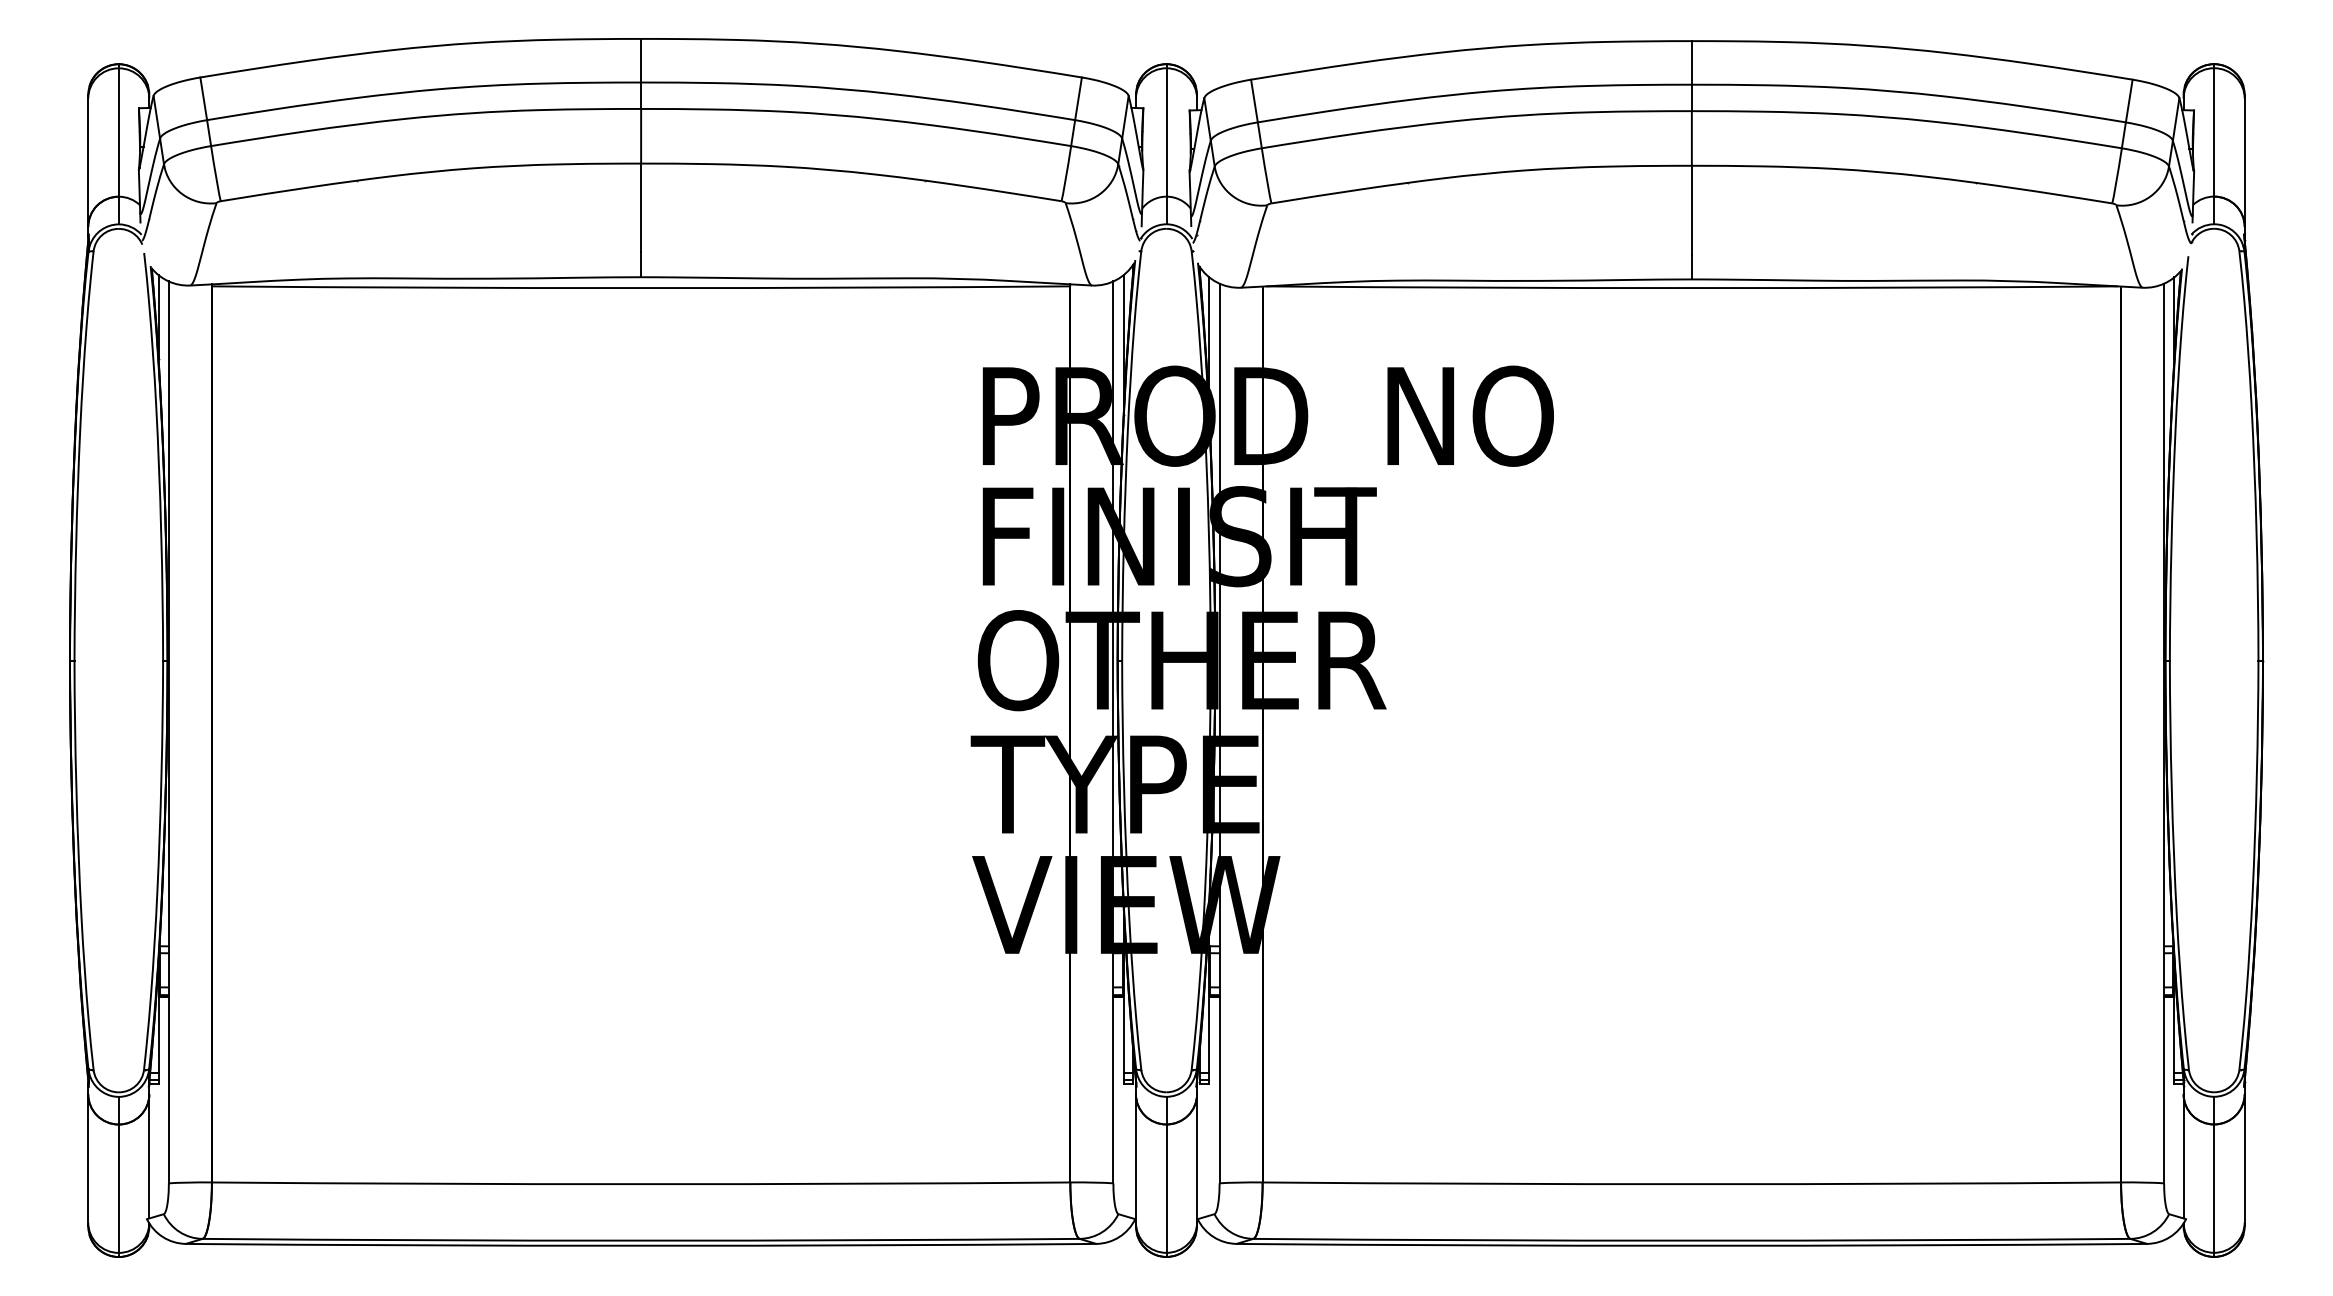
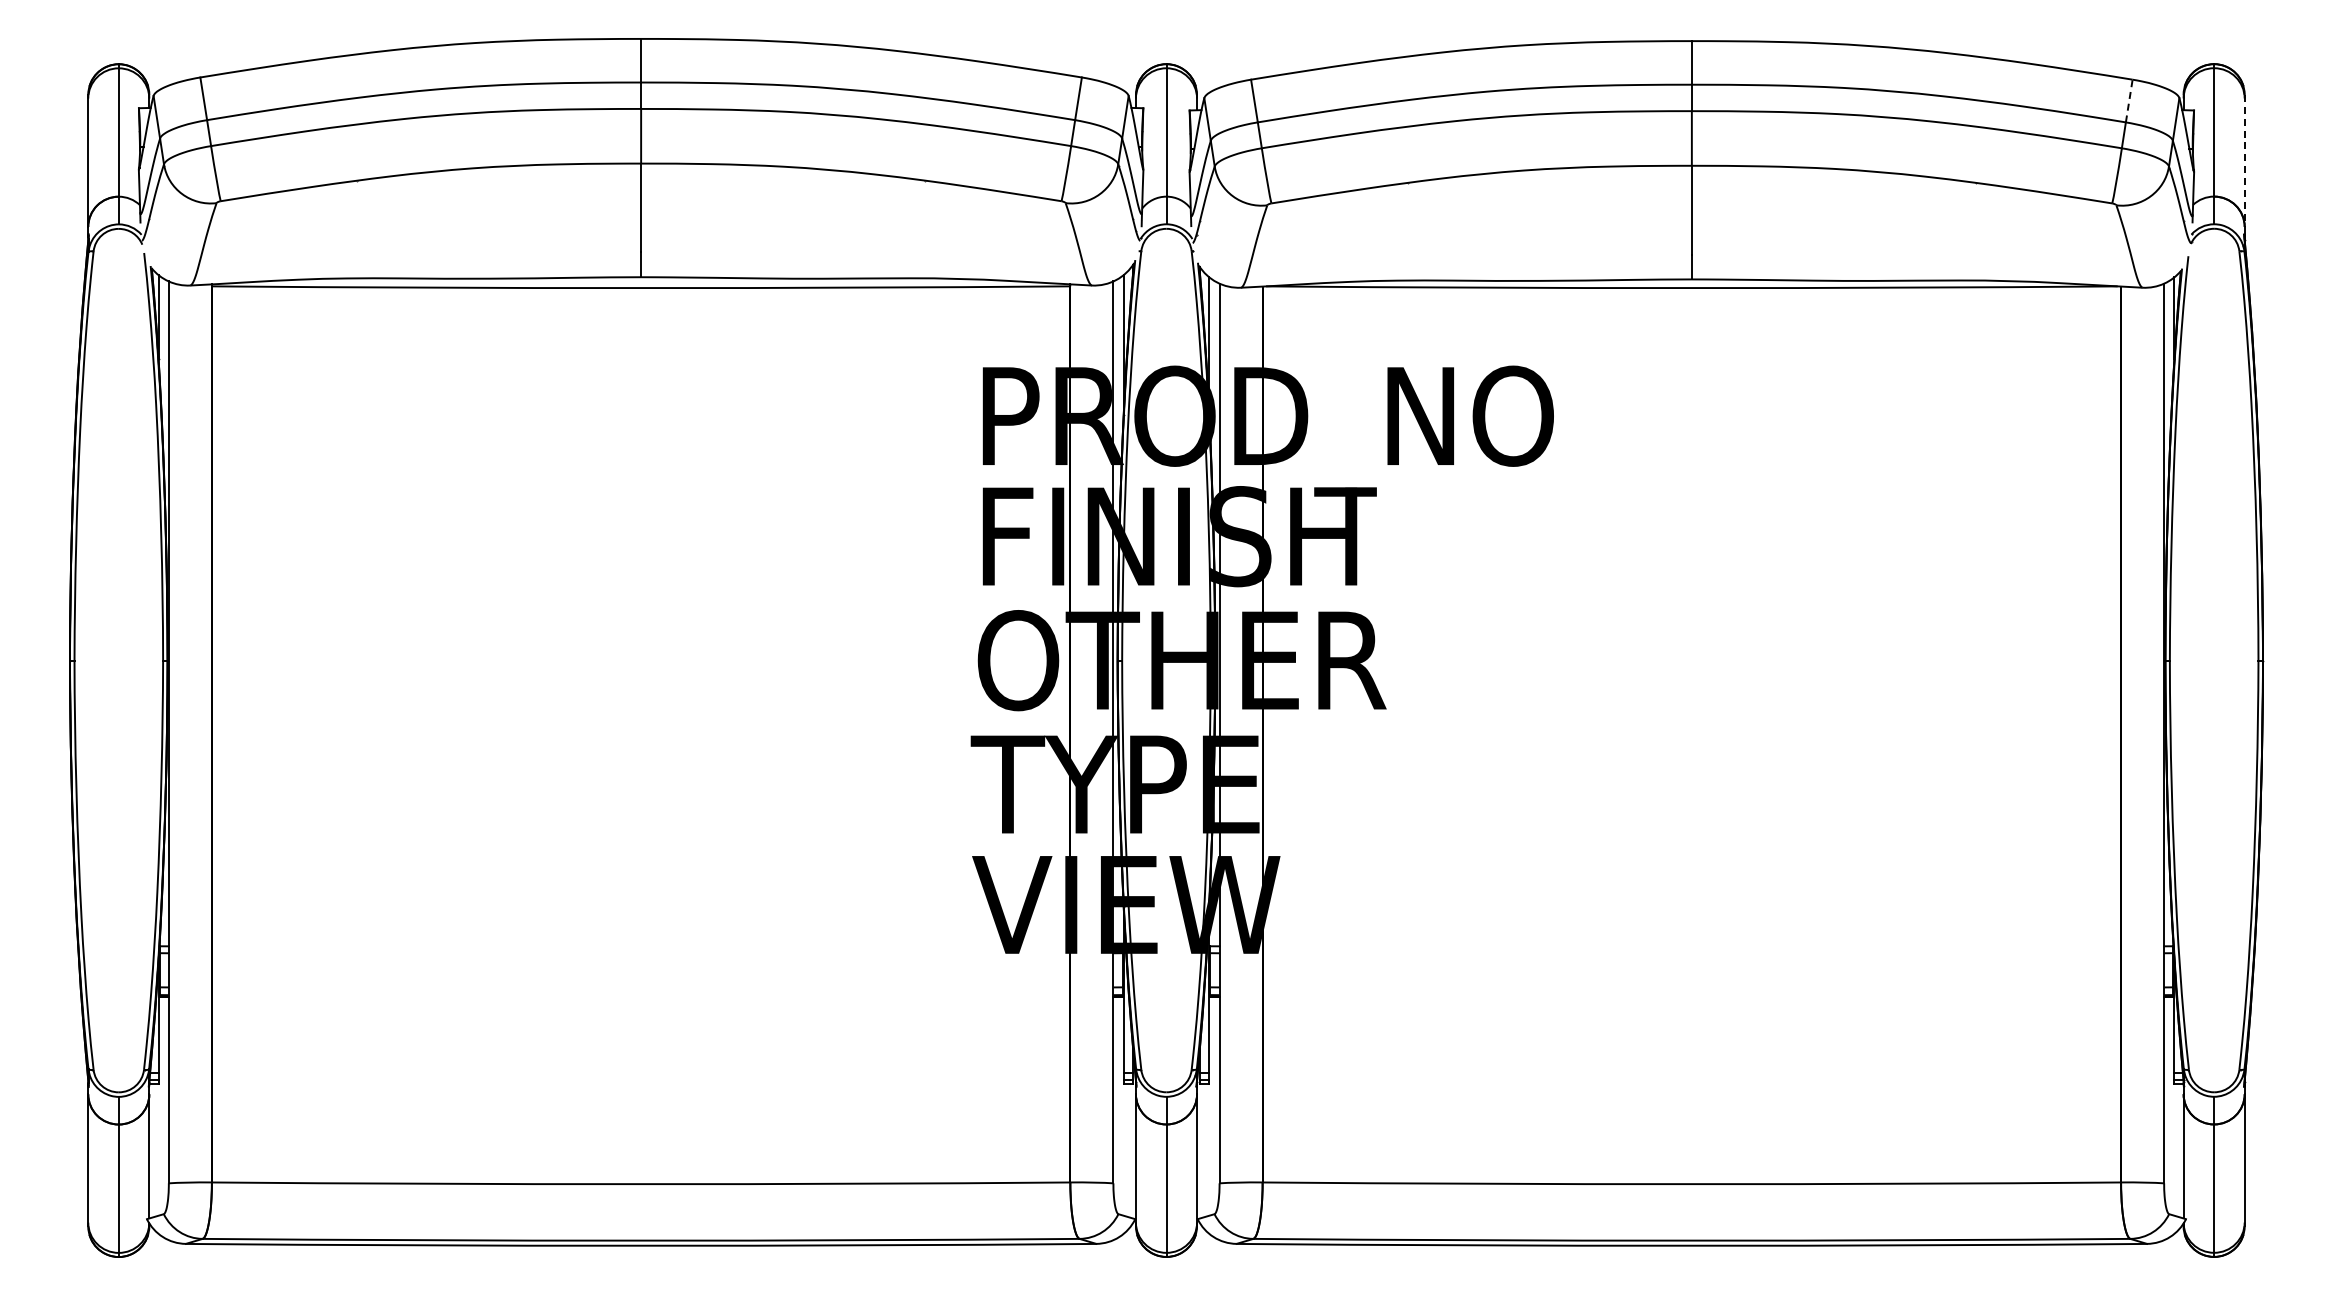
line at (2129, 101): solid -> dashed
line at (2244, 161): solid -> dashed
